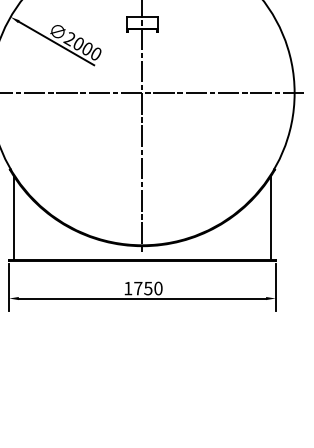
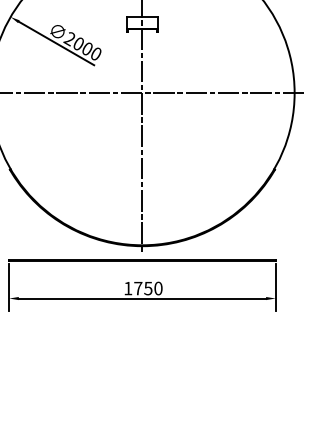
line at (13, 217): present -> none
line at (271, 217): present -> none
